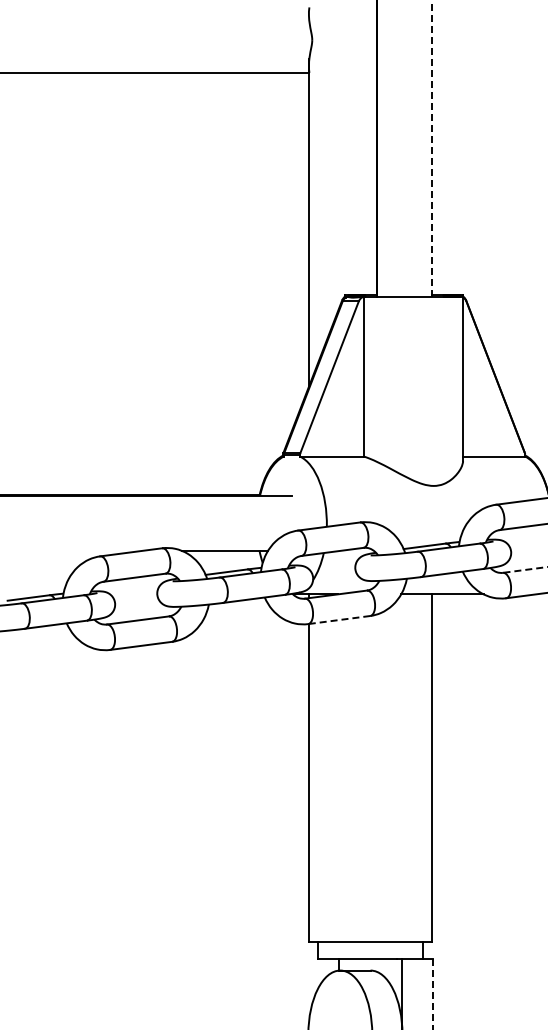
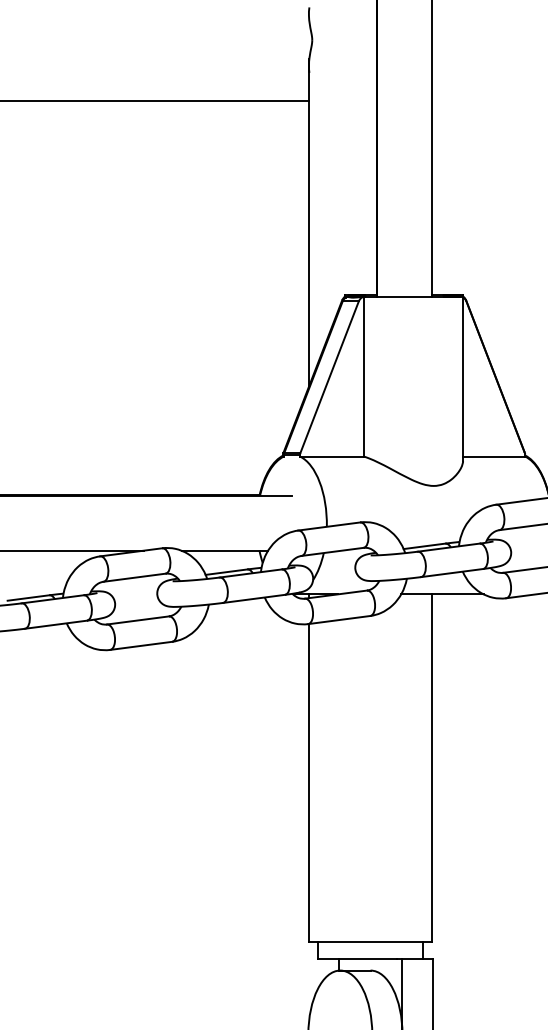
line at (155, 73) position: (155, 73) -> (155, 101)
line at (431, 148): dashed -> solid
line at (72, 550): none -> present
line at (524, 570): dashed -> solid
line at (338, 620): dashed -> solid
line at (432, 994): dashed -> solid
